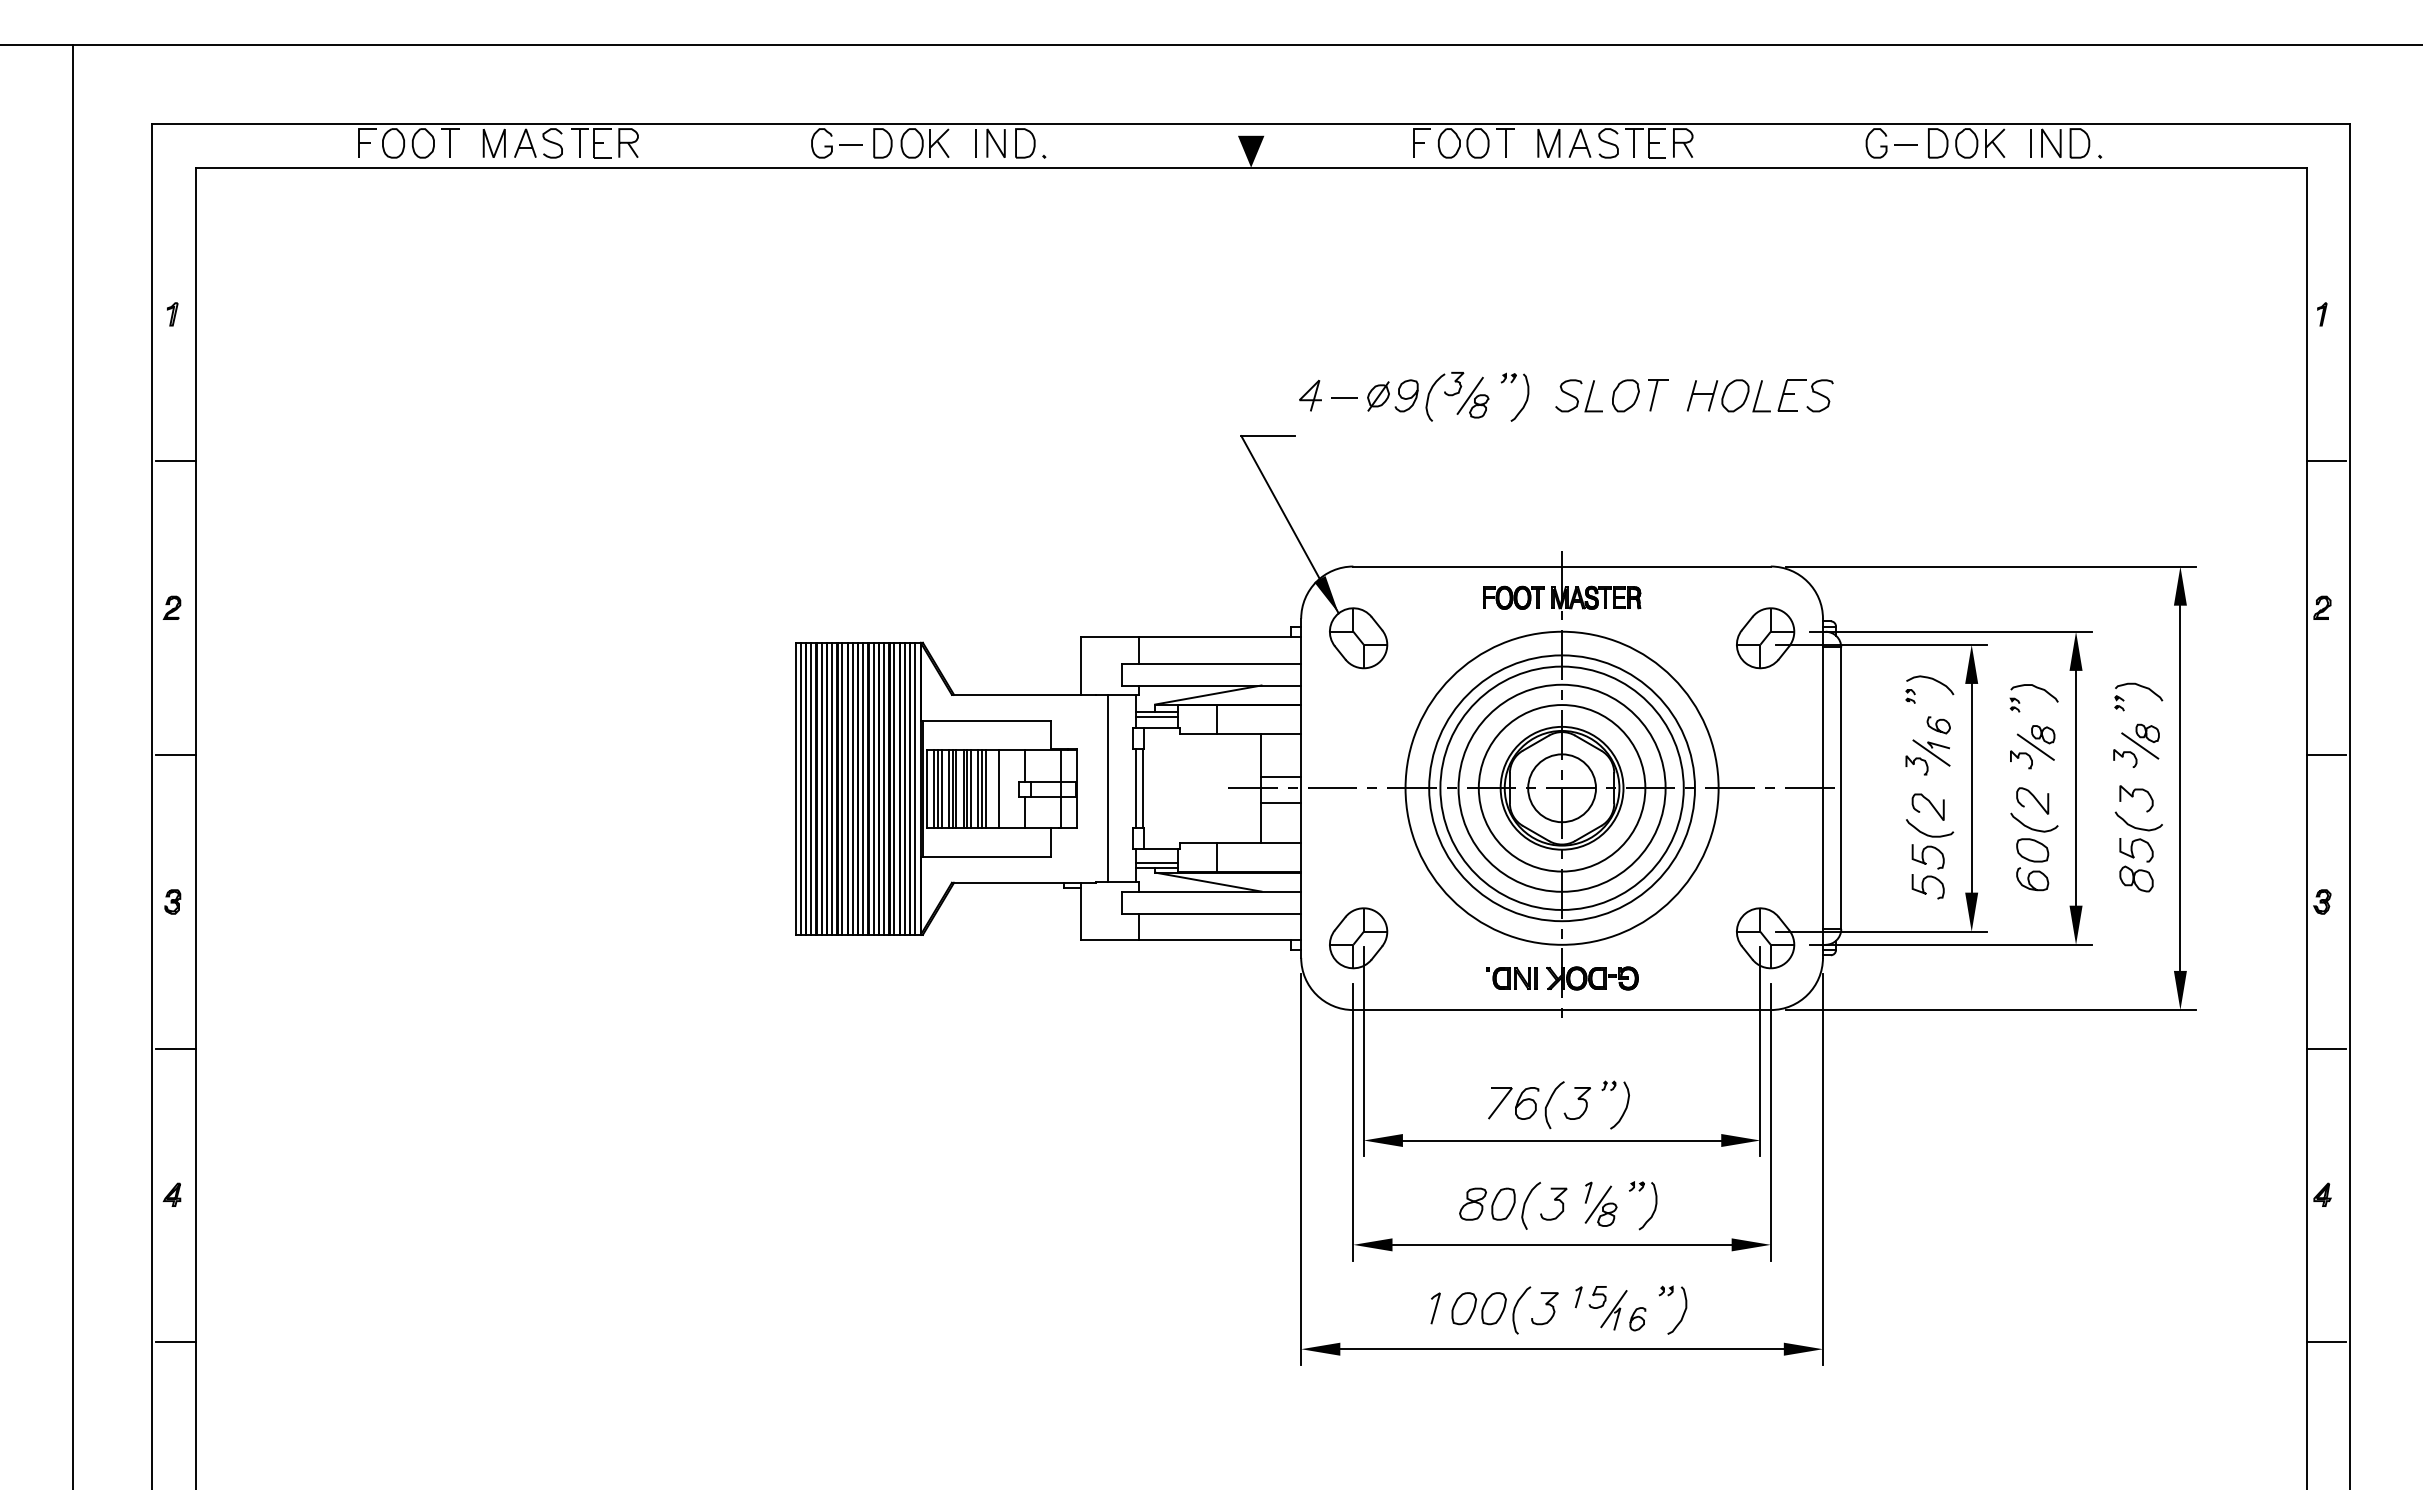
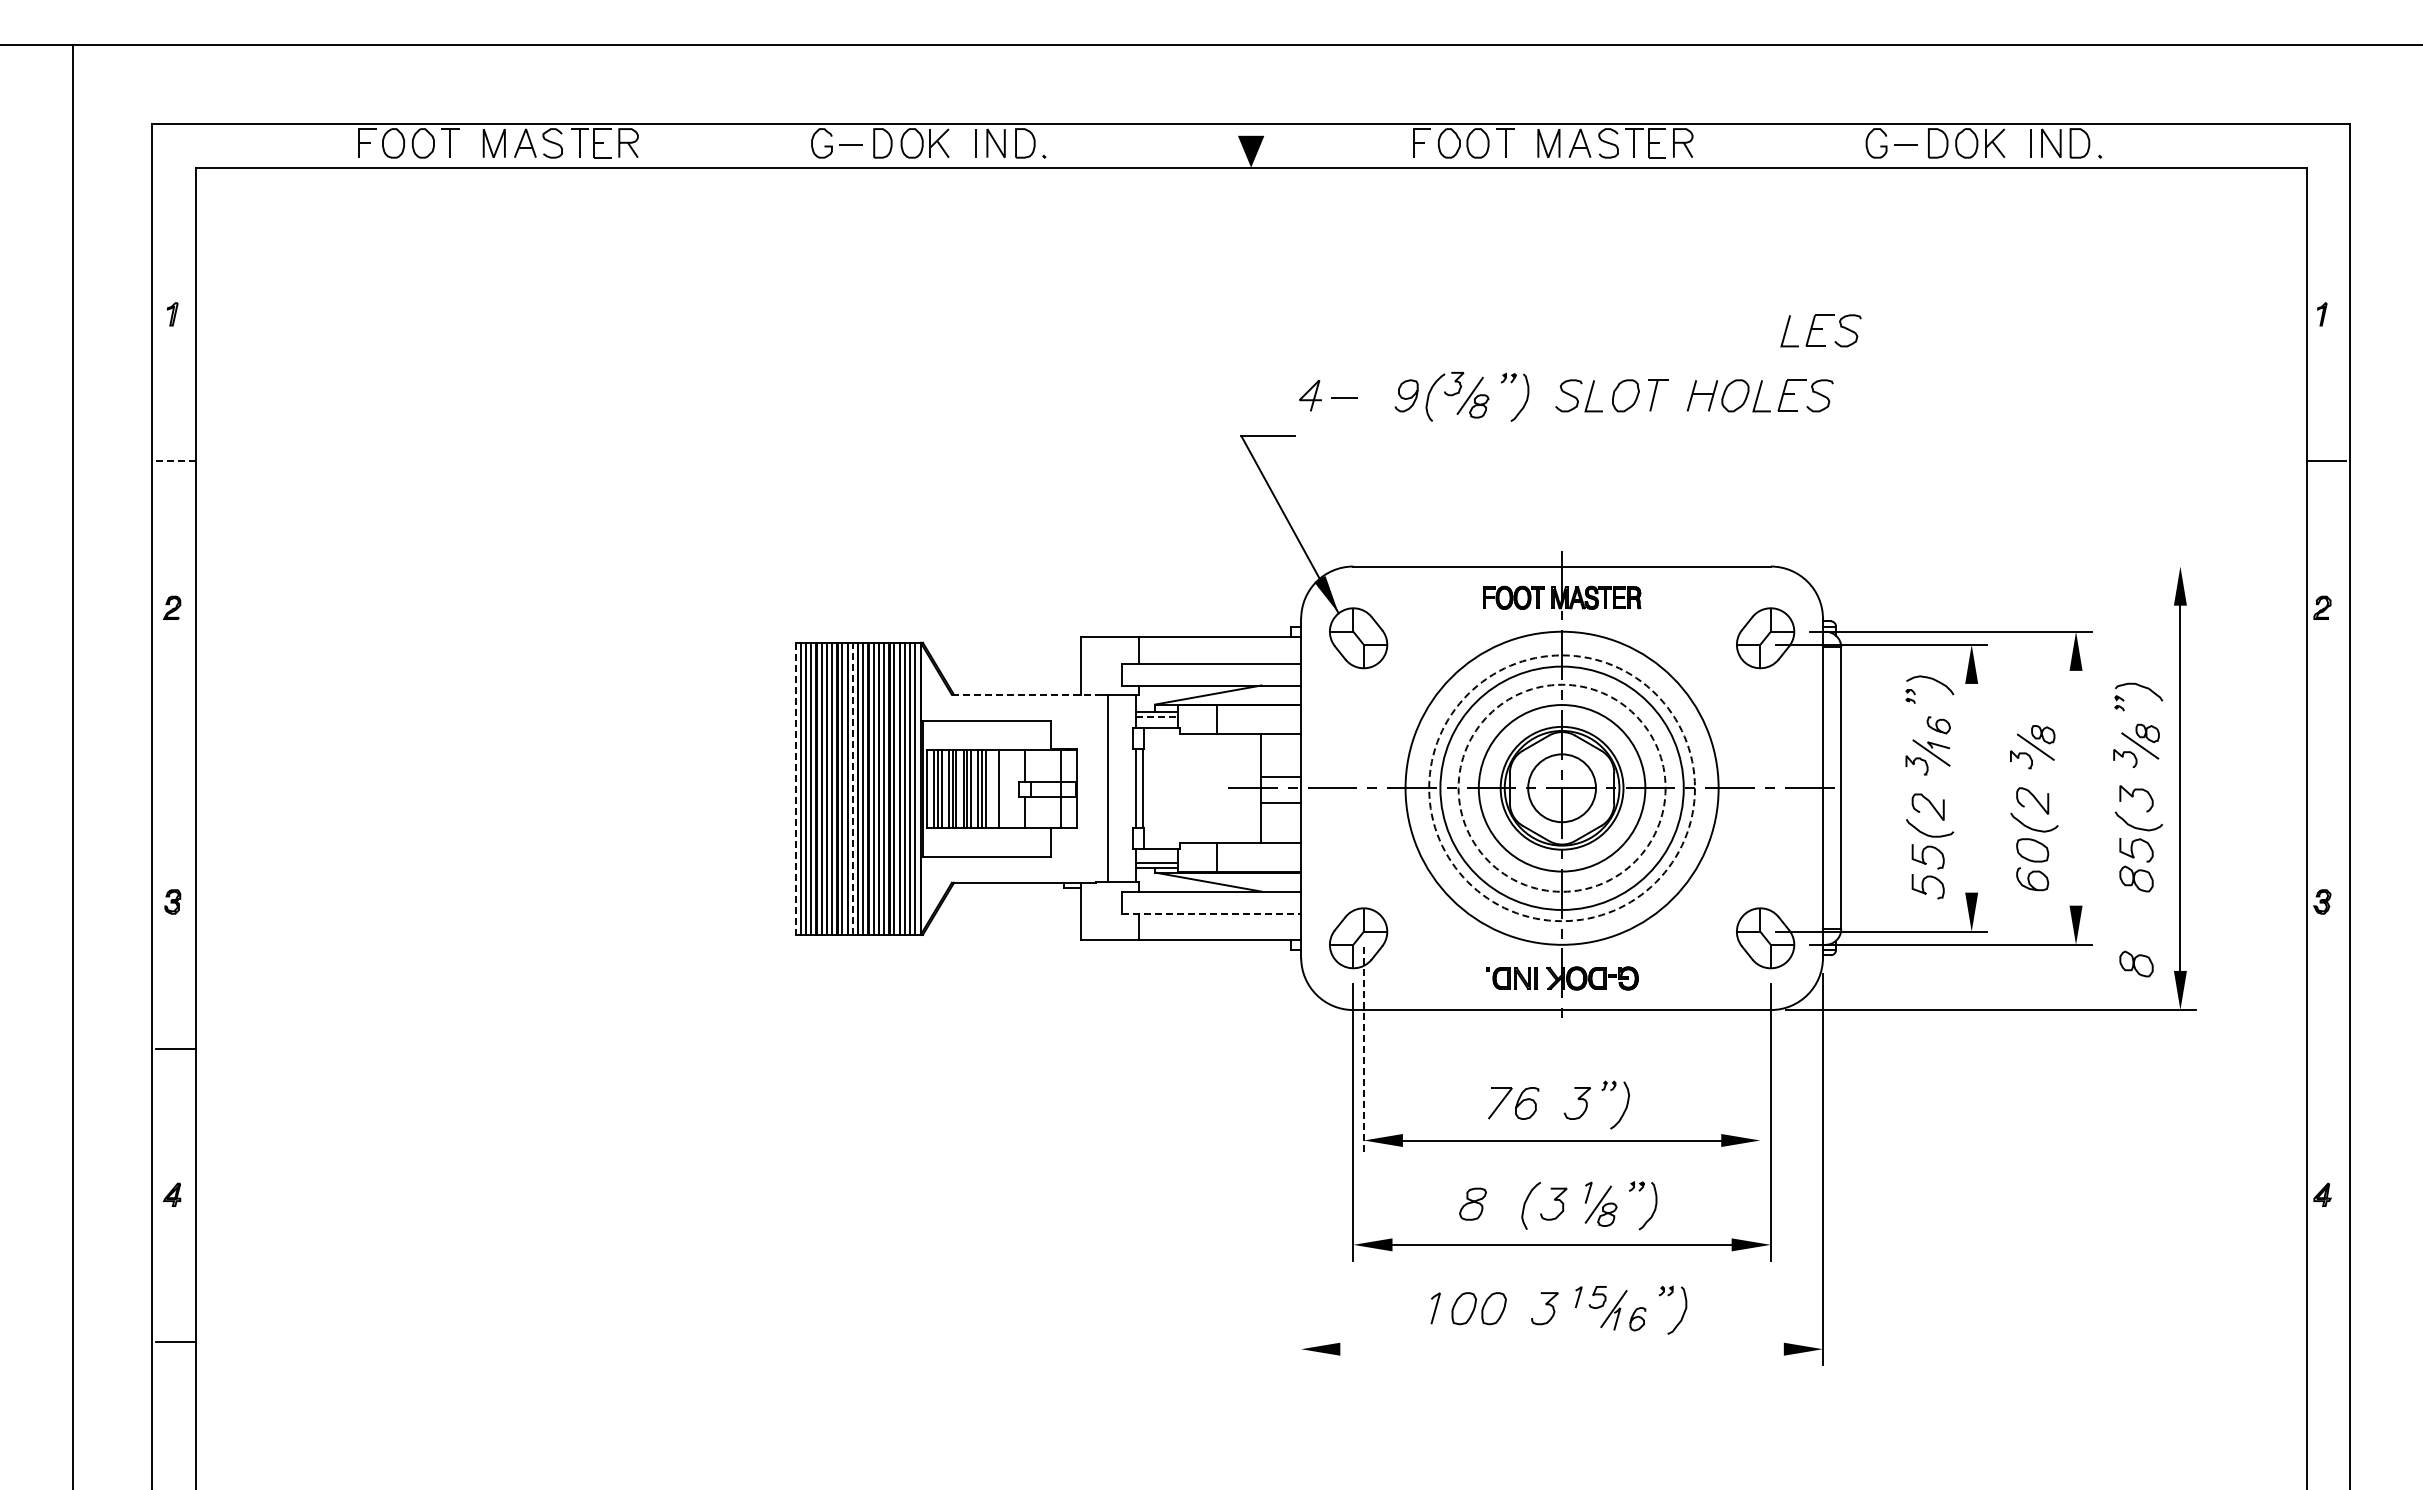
part at (1820, 330): none -> present
part at (1378, 396): present -> none
line at (175, 461): solid -> dashed
line at (1991, 566): present -> none
part at (2036, 688): present -> none
line at (1024, 694): solid -> dashed
line at (1156, 717): solid -> dashed
line at (175, 754): present -> none
line at (2326, 754): present -> none
circle at (1561, 787): solid -> dashed
line at (1971, 787): present -> none
line at (2076, 787): present -> none
line at (852, 788): solid -> dashed
circle at (1561, 788): solid -> dashed
line at (795, 789): solid -> dashed
line at (1211, 913): solid -> dashed
part at (2136, 963): none -> present
line at (2326, 1048): present -> none
line at (1760, 1051): present -> none
line at (1363, 1052): solid -> dashed
curve at (1549, 1102): present -> none
line at (1301, 1168): present -> none
part at (1503, 1203): present -> none
curve at (1515, 1310): present -> none
line at (2326, 1342): present -> none
line at (1561, 1349): present -> none
